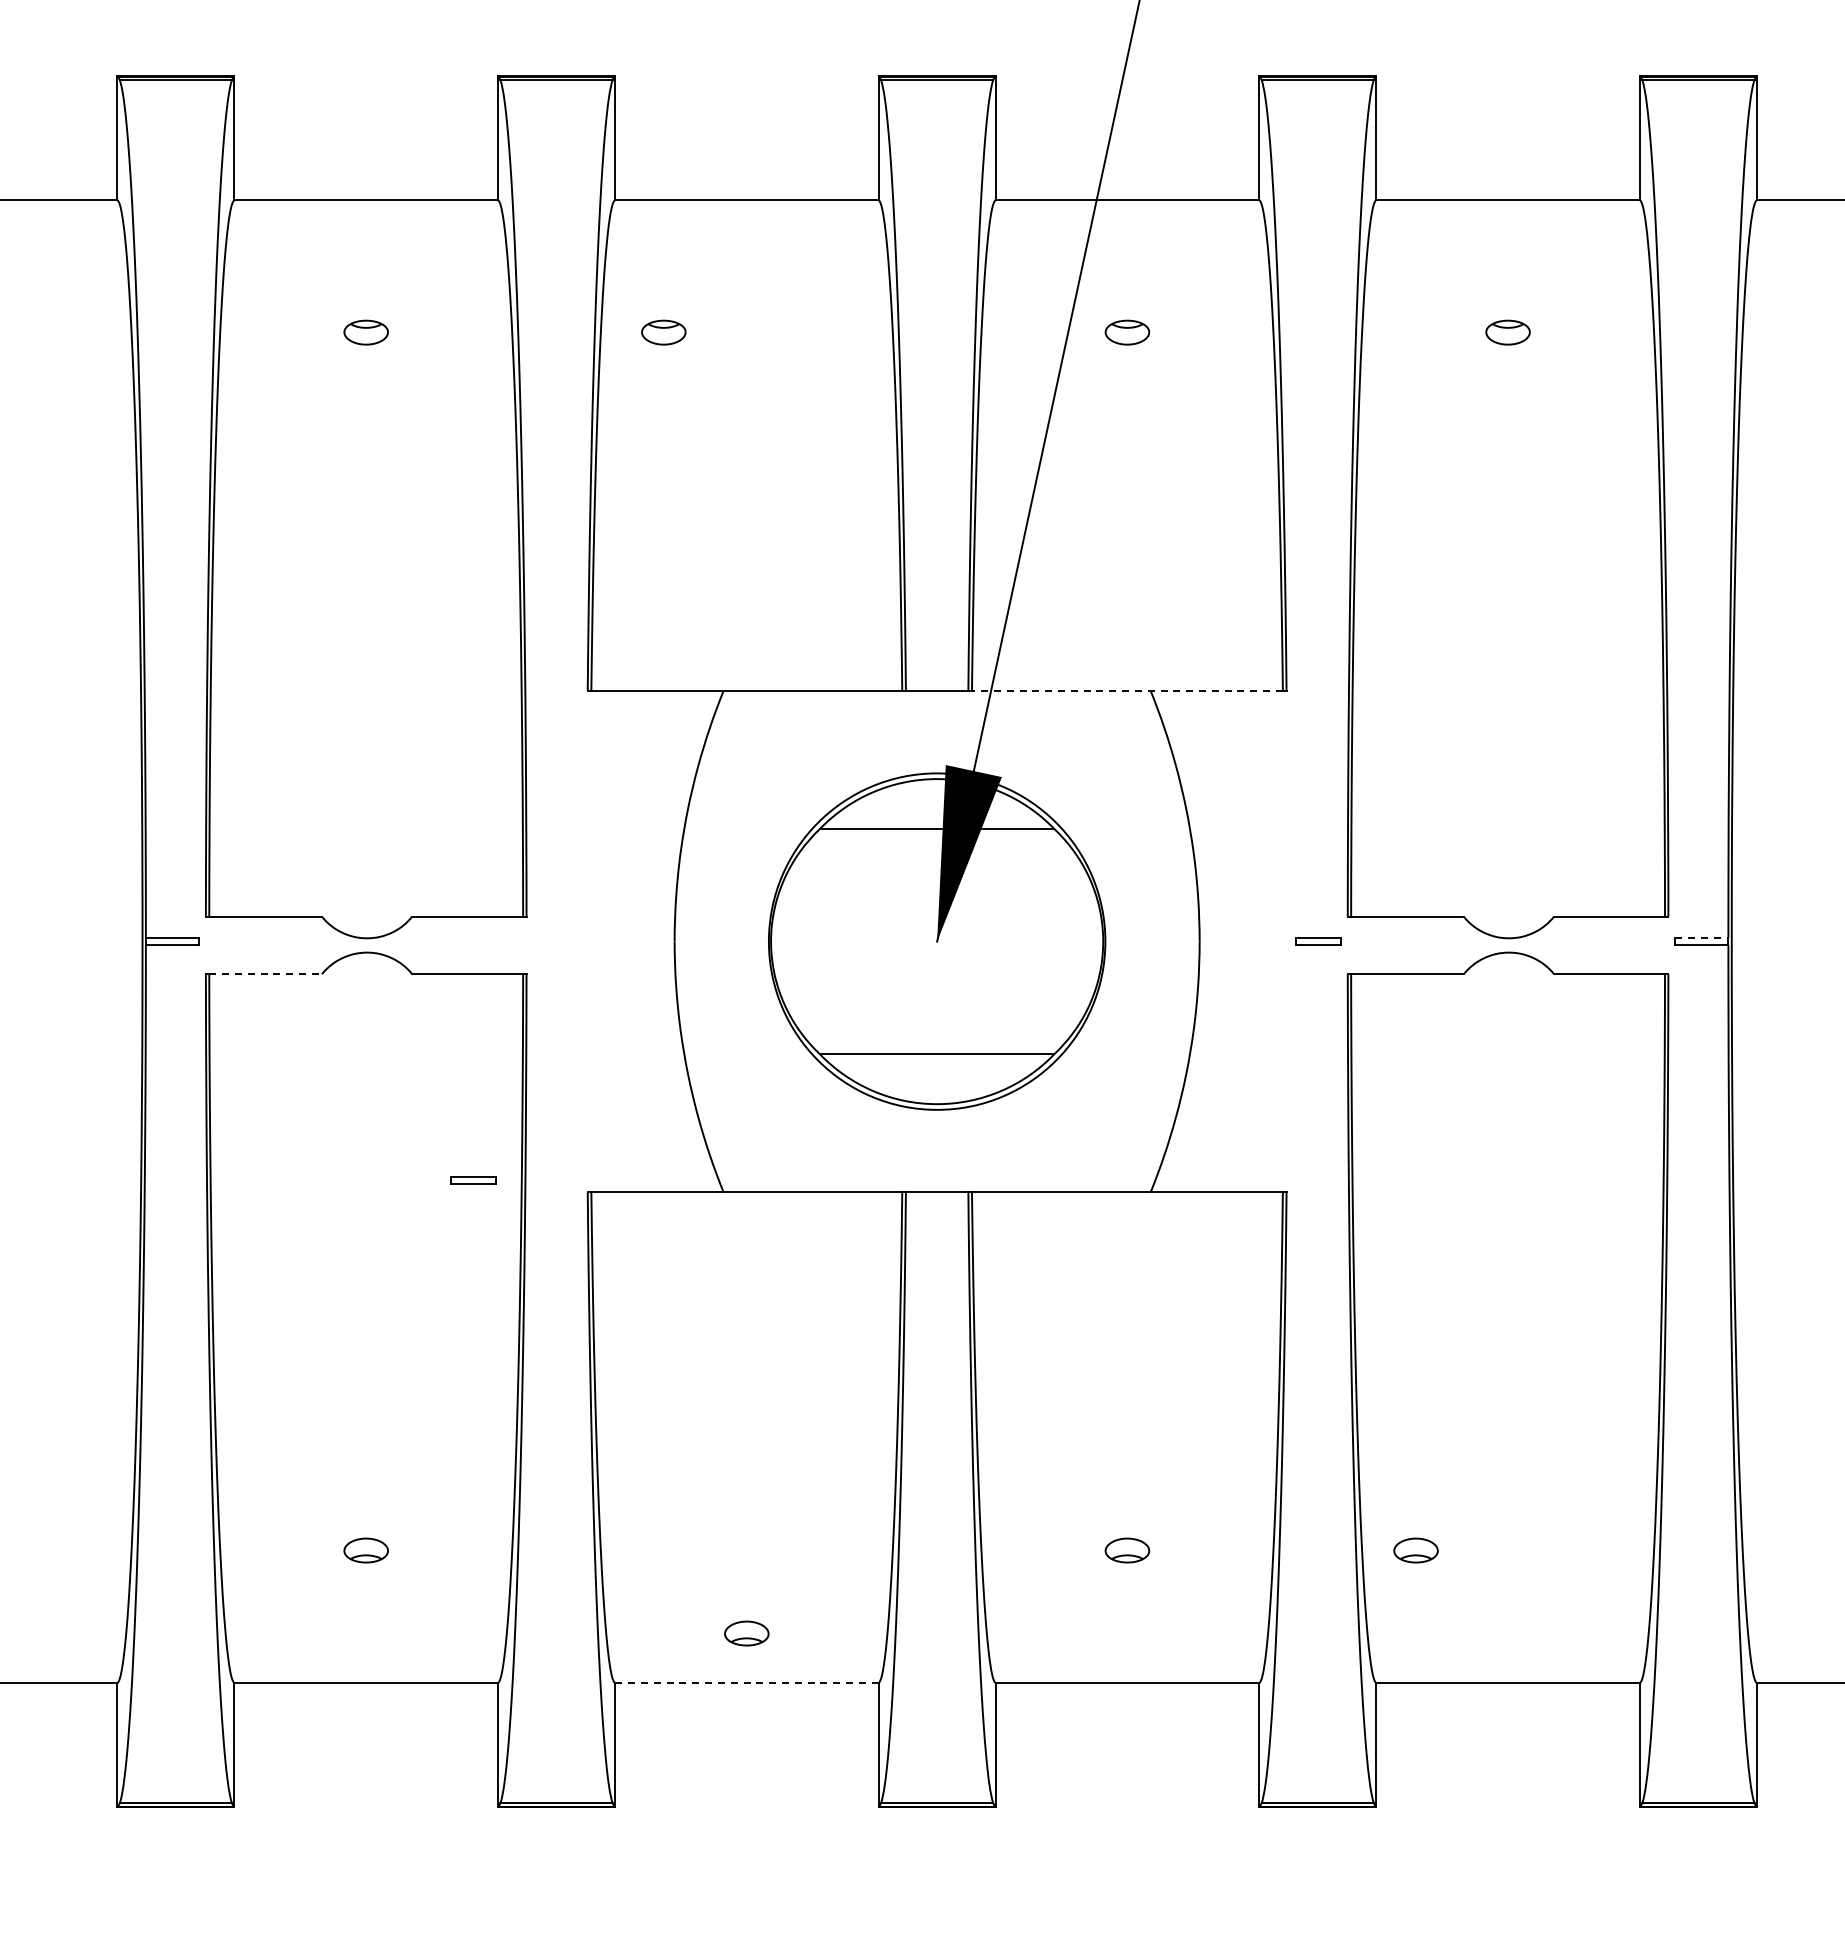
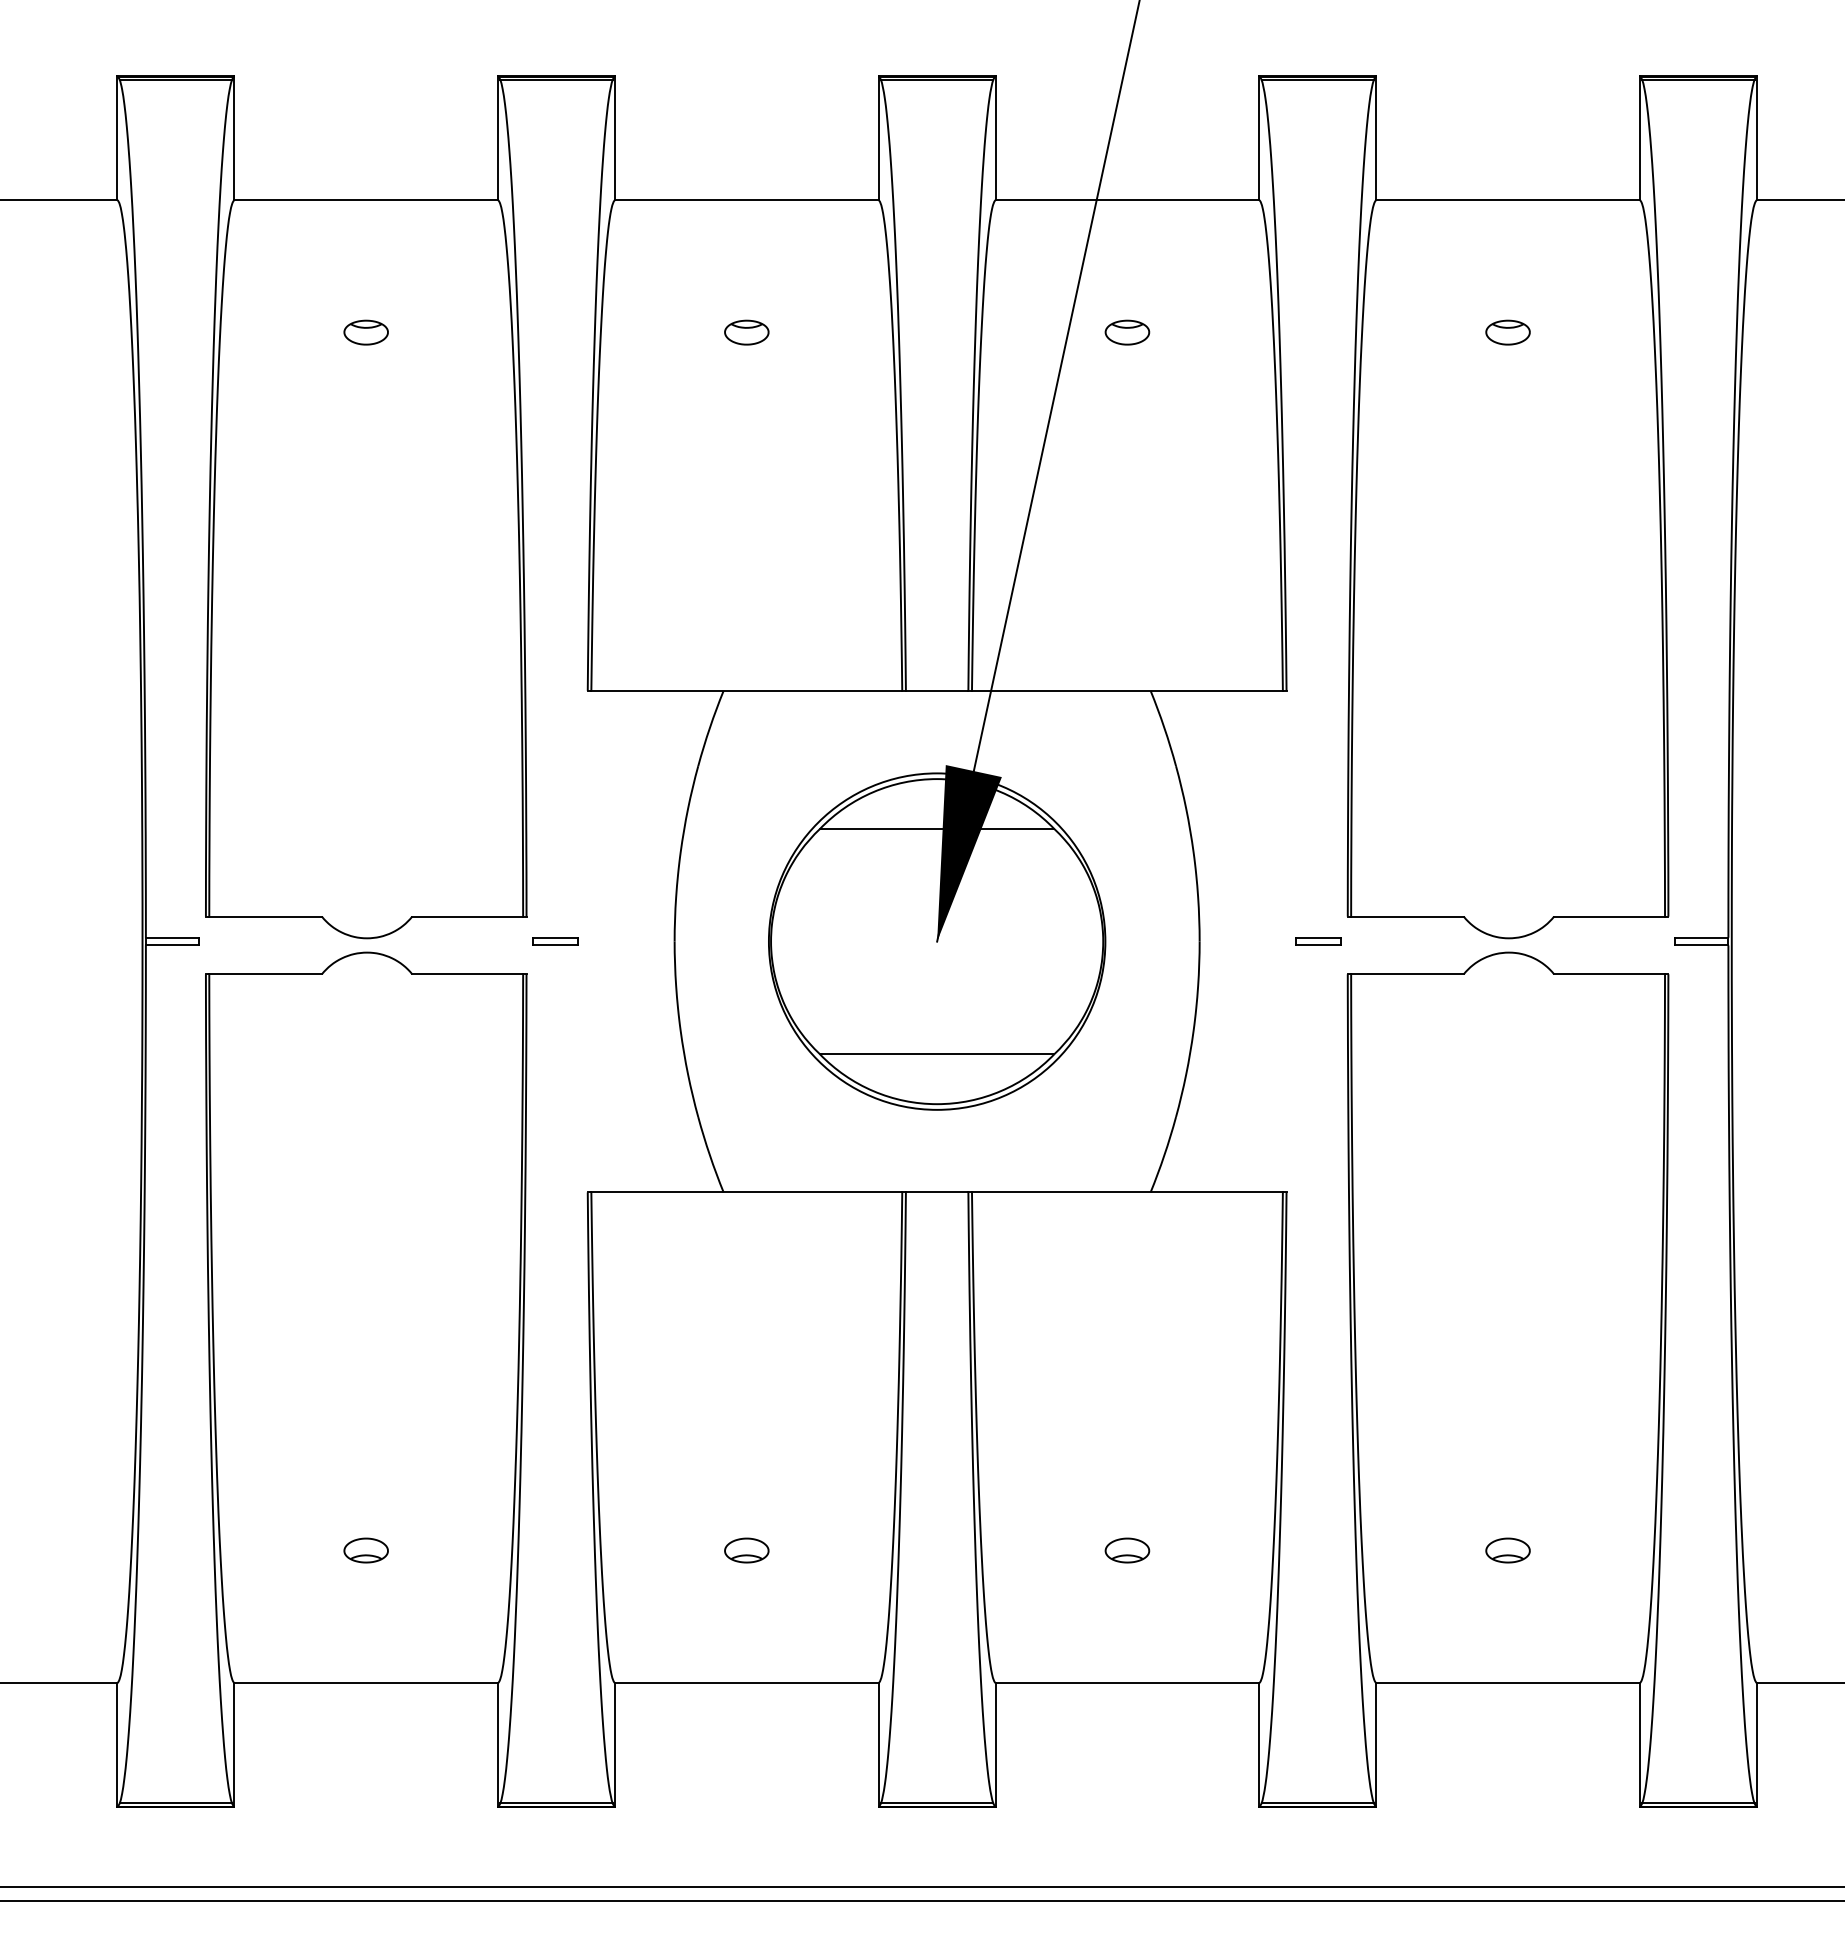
part at (663, 332) position: (663, 332) -> (746, 332)
line at (1126, 690): dashed -> solid
line at (1701, 937): dashed -> solid
line at (266, 974): dashed -> solid
part at (473, 1180) position: (473, 1180) -> (555, 941)
part at (1415, 1550) position: (1415, 1550) -> (1507, 1550)
part at (746, 1633) position: (746, 1633) -> (746, 1550)
line at (746, 1682): dashed -> solid
line at (921, 1886): none -> present
line at (921, 1901): none -> present
